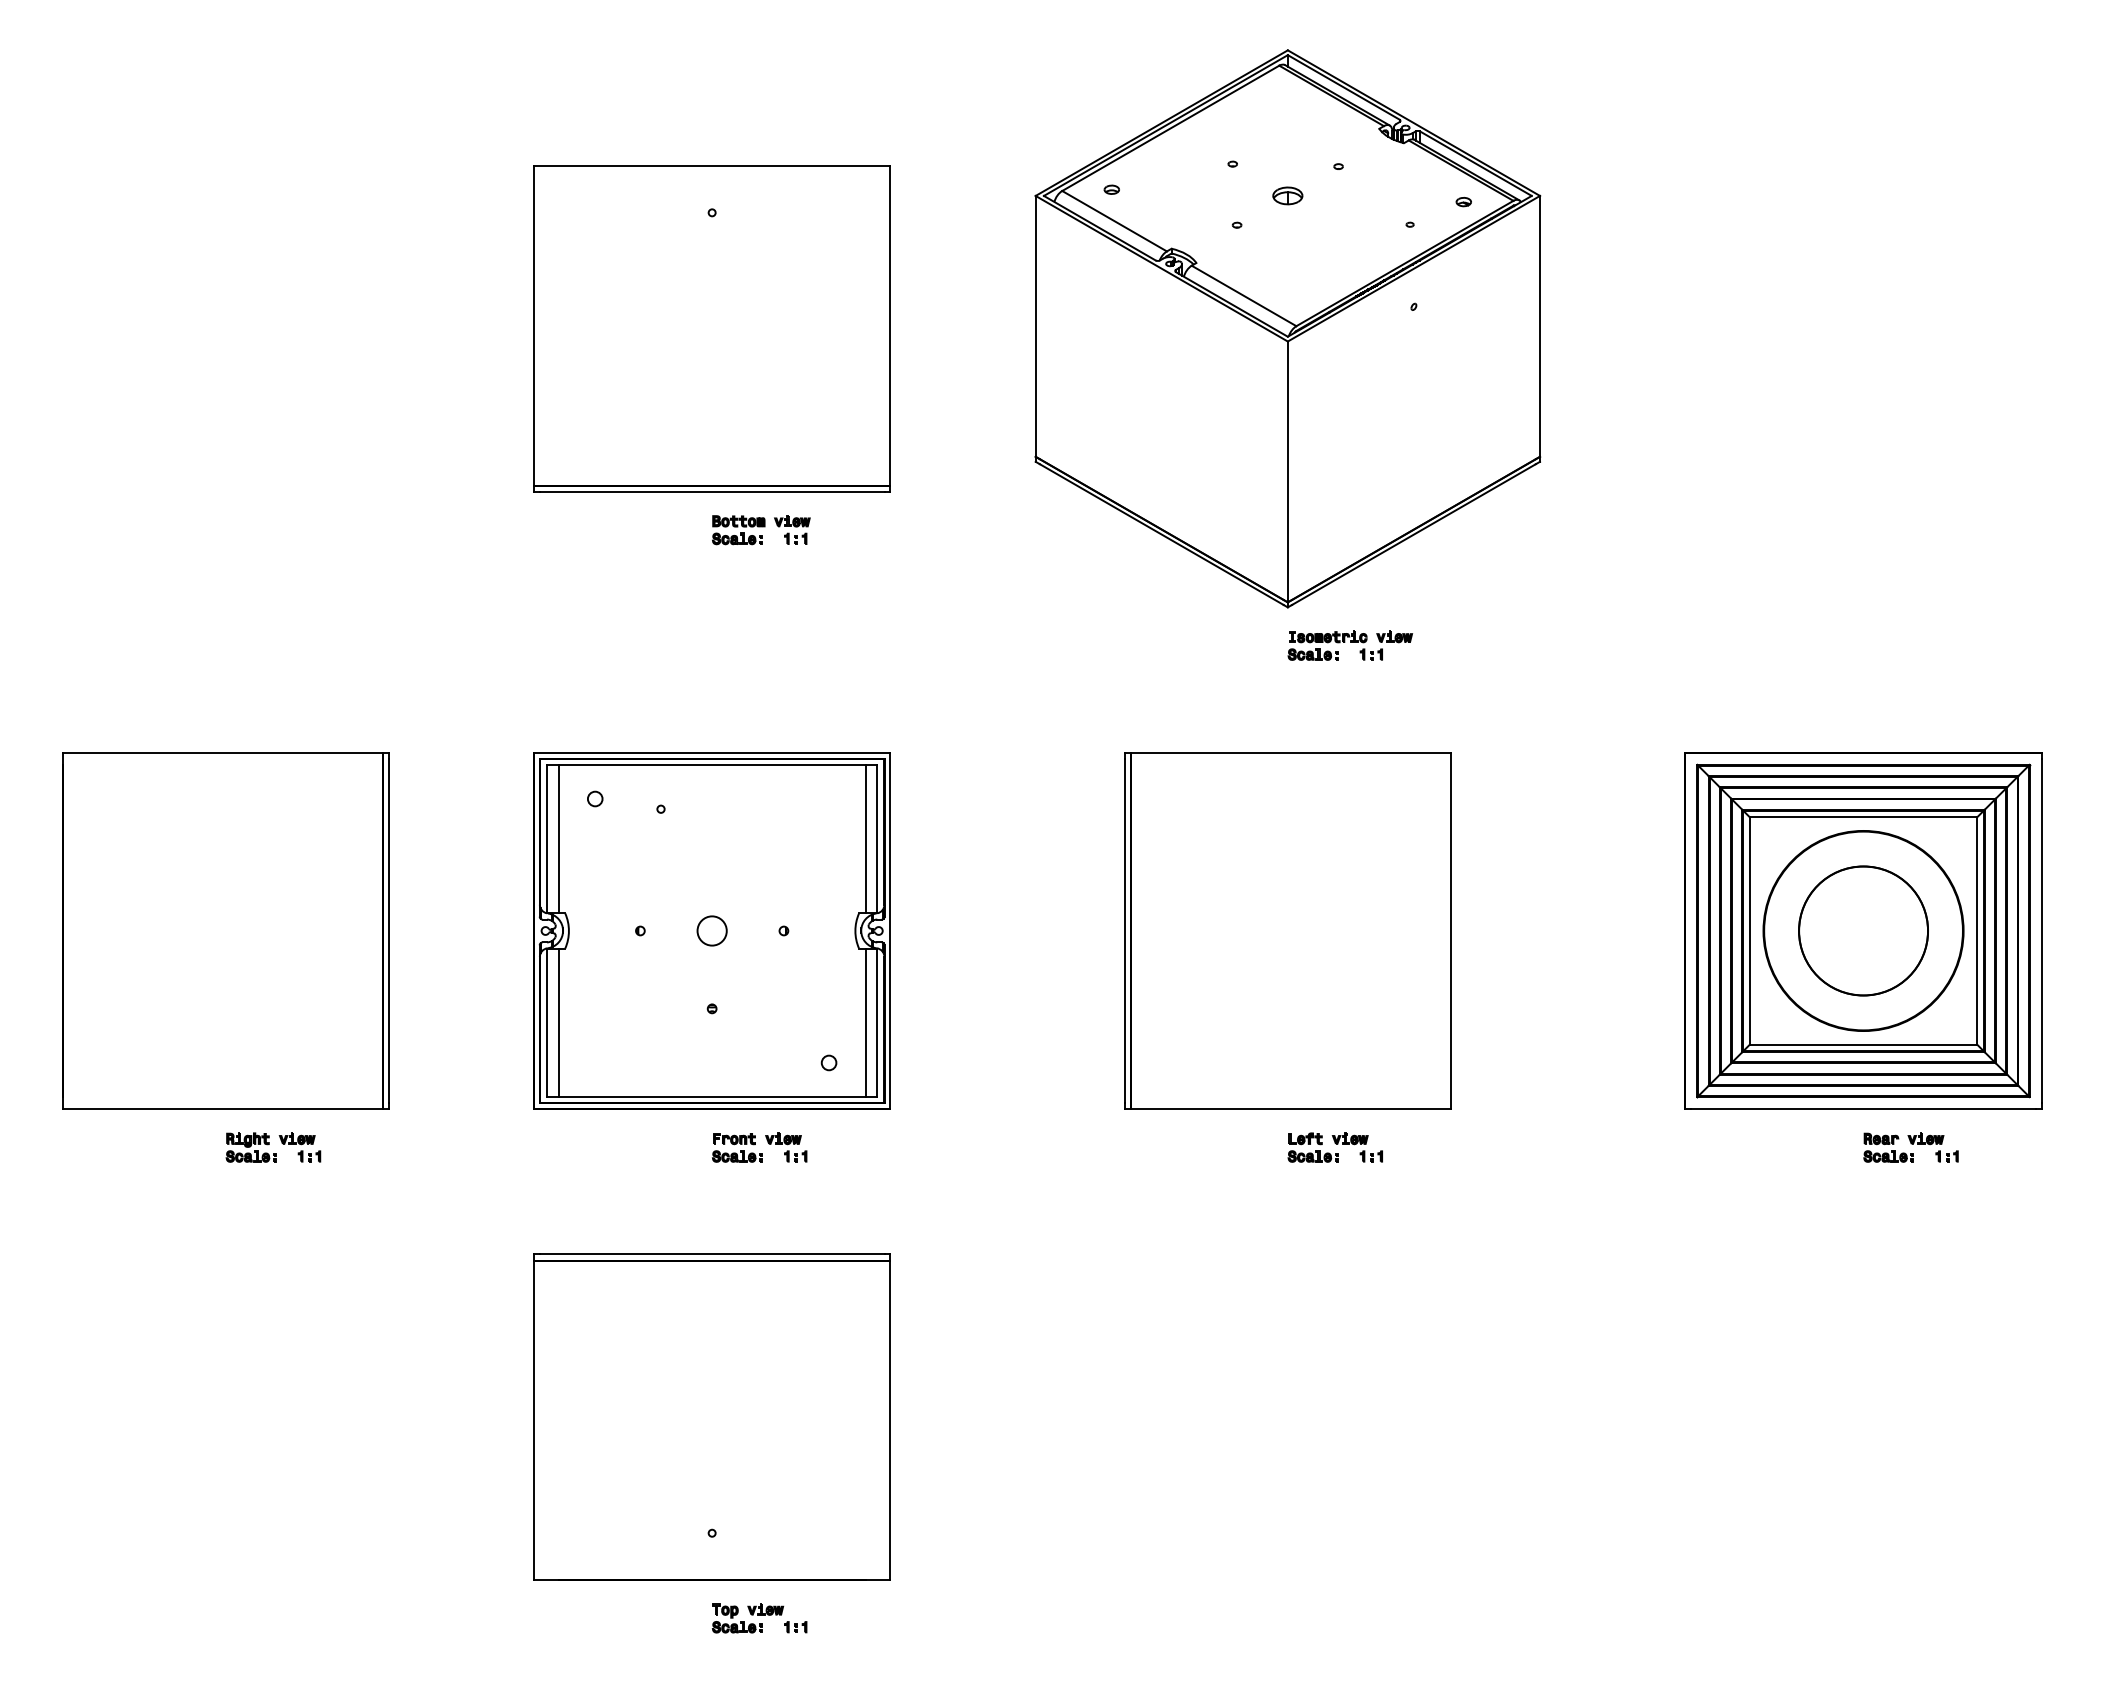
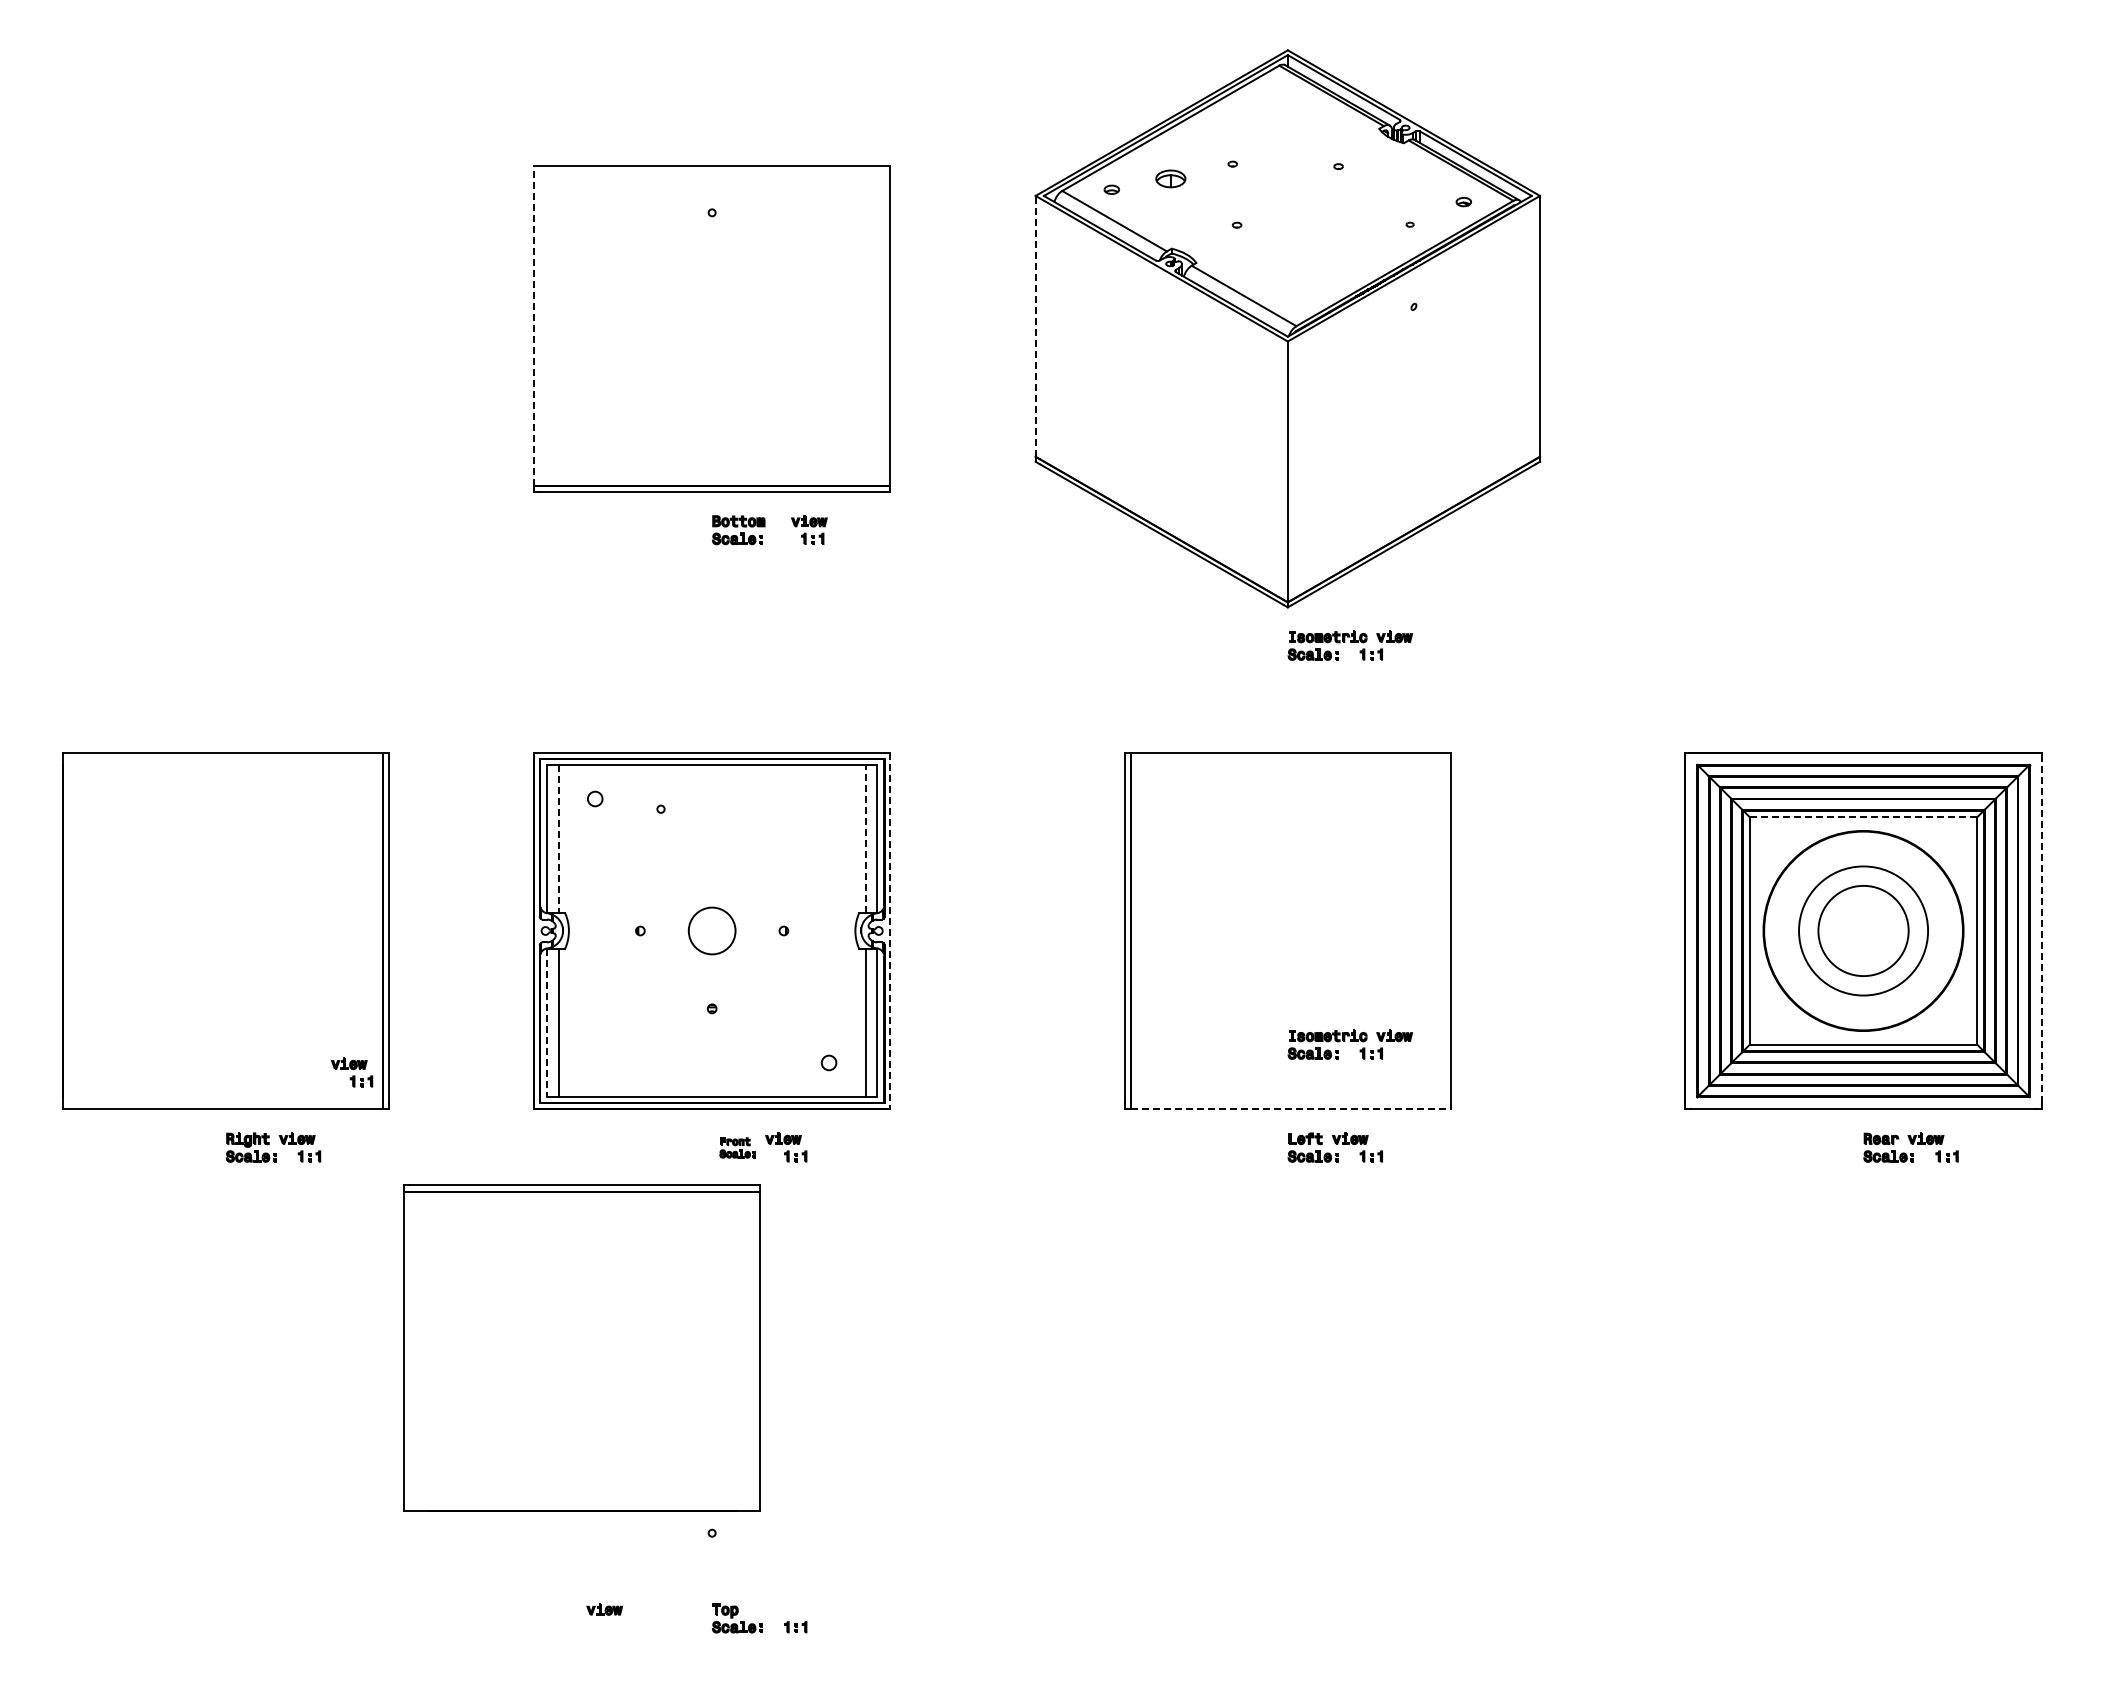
part at (1287, 195) position: (1287, 195) -> (1170, 178)
line at (533, 325): solid -> dashed
line at (1035, 325): solid -> dashed
part at (792, 529) position: (792, 529) -> (809, 529)
line at (1863, 817): solid -> dashed
line at (865, 838): solid -> dashed
line at (558, 839): solid -> dashed
circle at (711, 930) diameter: 29 px -> 47 px
circle at (1863, 930) diameter: 129 px -> 90 px
line at (2041, 930): solid -> dashed
line at (890, 931): solid -> dashed
line at (547, 1023): solid -> dashed
part at (1350, 1044): none -> present
part at (351, 1072): none -> present
line at (1290, 1109): solid -> dashed
part at (737, 1147) size: 51x30 px -> 37x22 px
part at (711, 1416) position: (711, 1416) -> (581, 1347)
part at (765, 1609) position: (765, 1609) -> (604, 1609)
